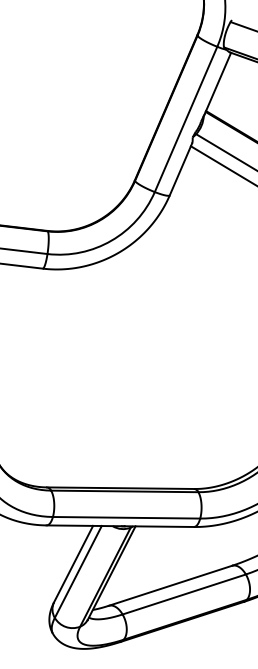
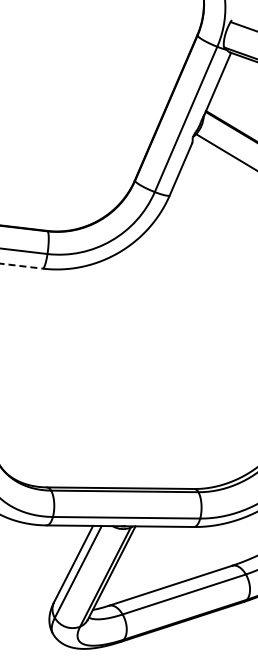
line at (222, 165): present -> none
line at (22, 266): solid -> dashed
